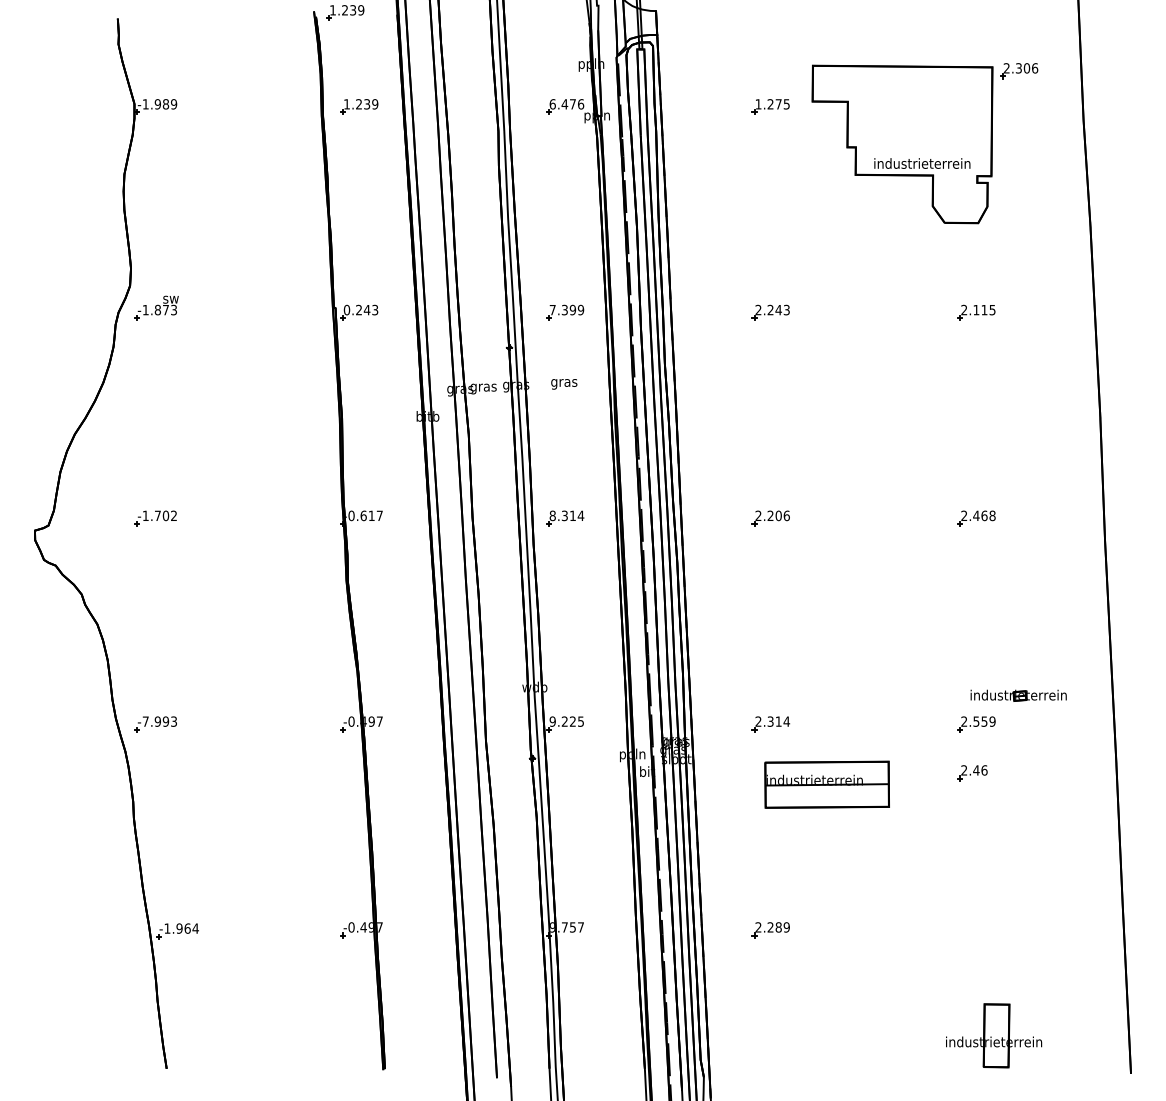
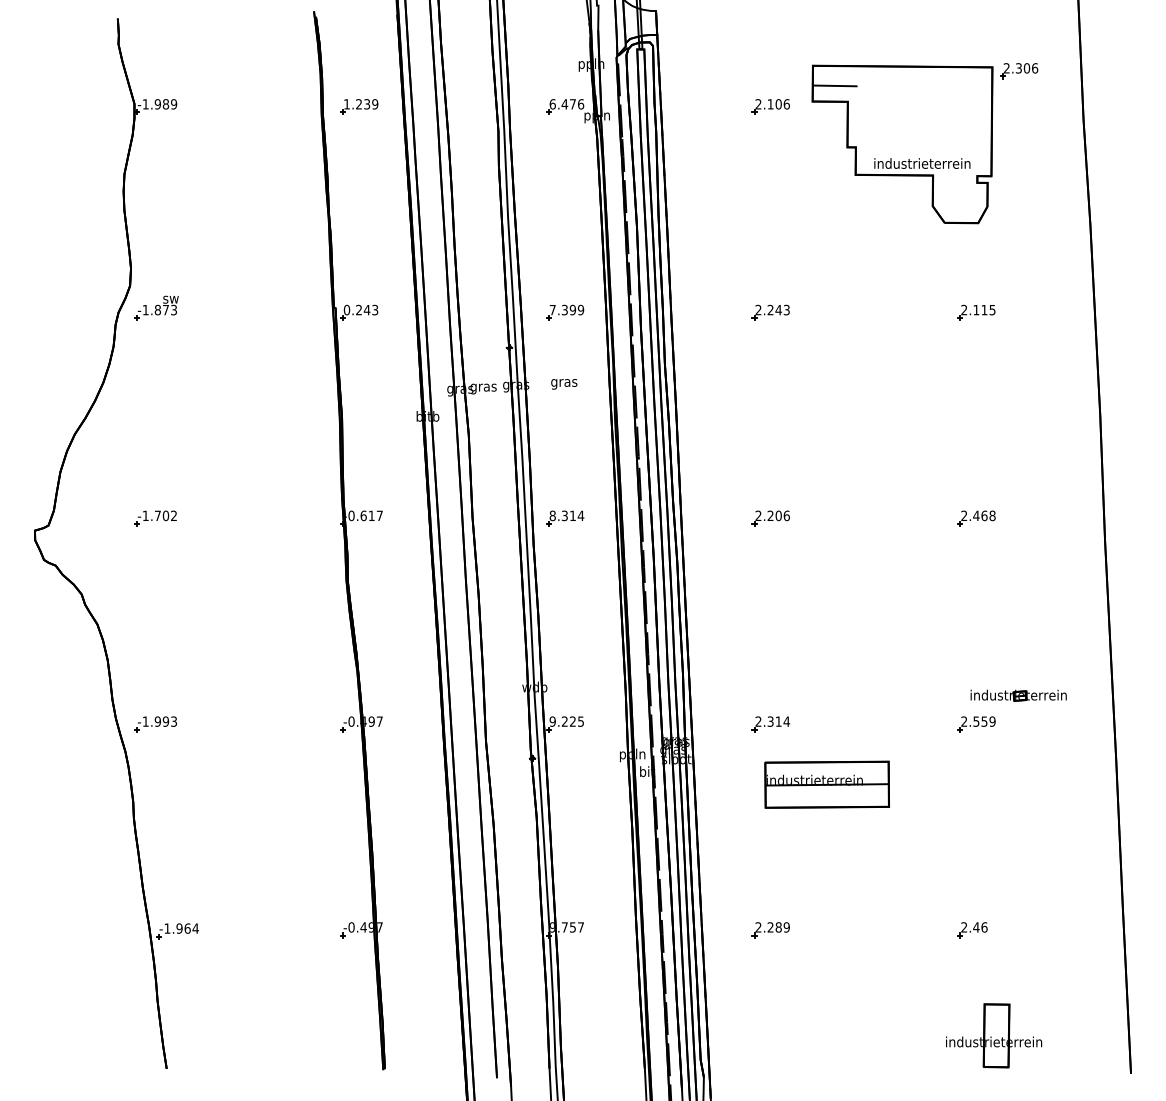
part at (345, 12): present -> none
line at (834, 85): none -> present
text at (772, 104): 1.275 -> 2.106
text at (145, 721): -7.993 -> -1.993
part at (972, 773) position: (972, 773) -> (972, 930)
